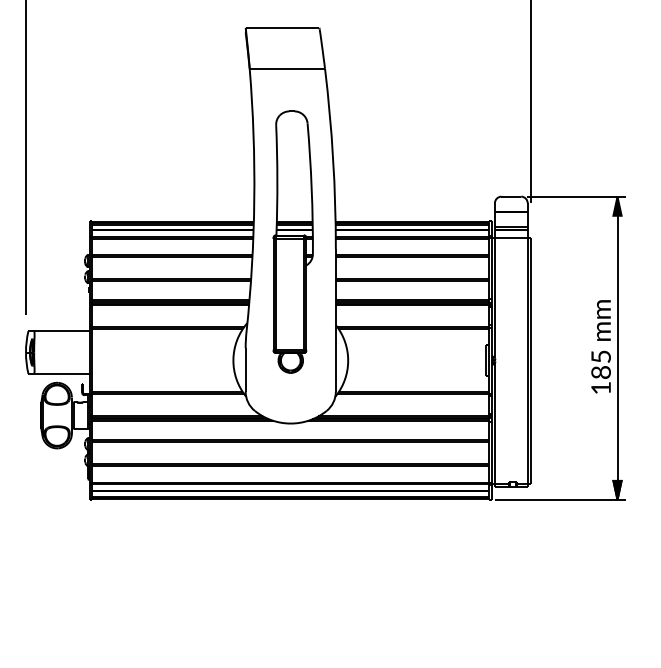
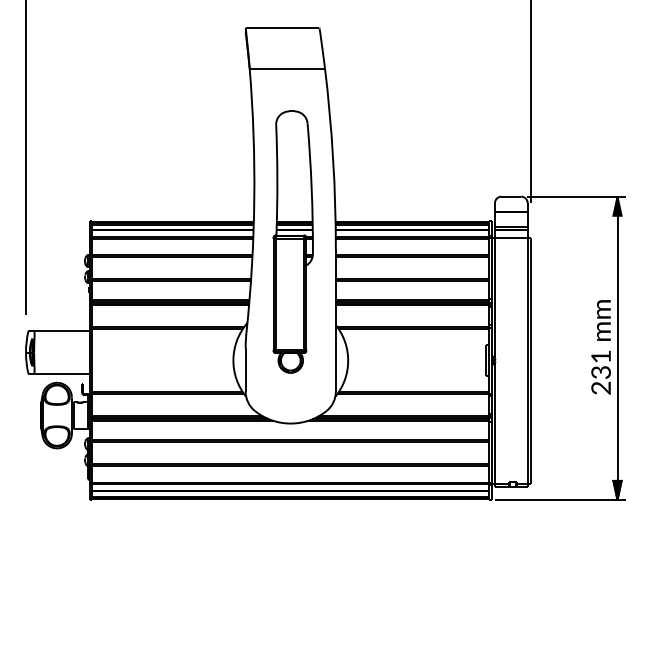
text at (600, 372): 185 -> 231
